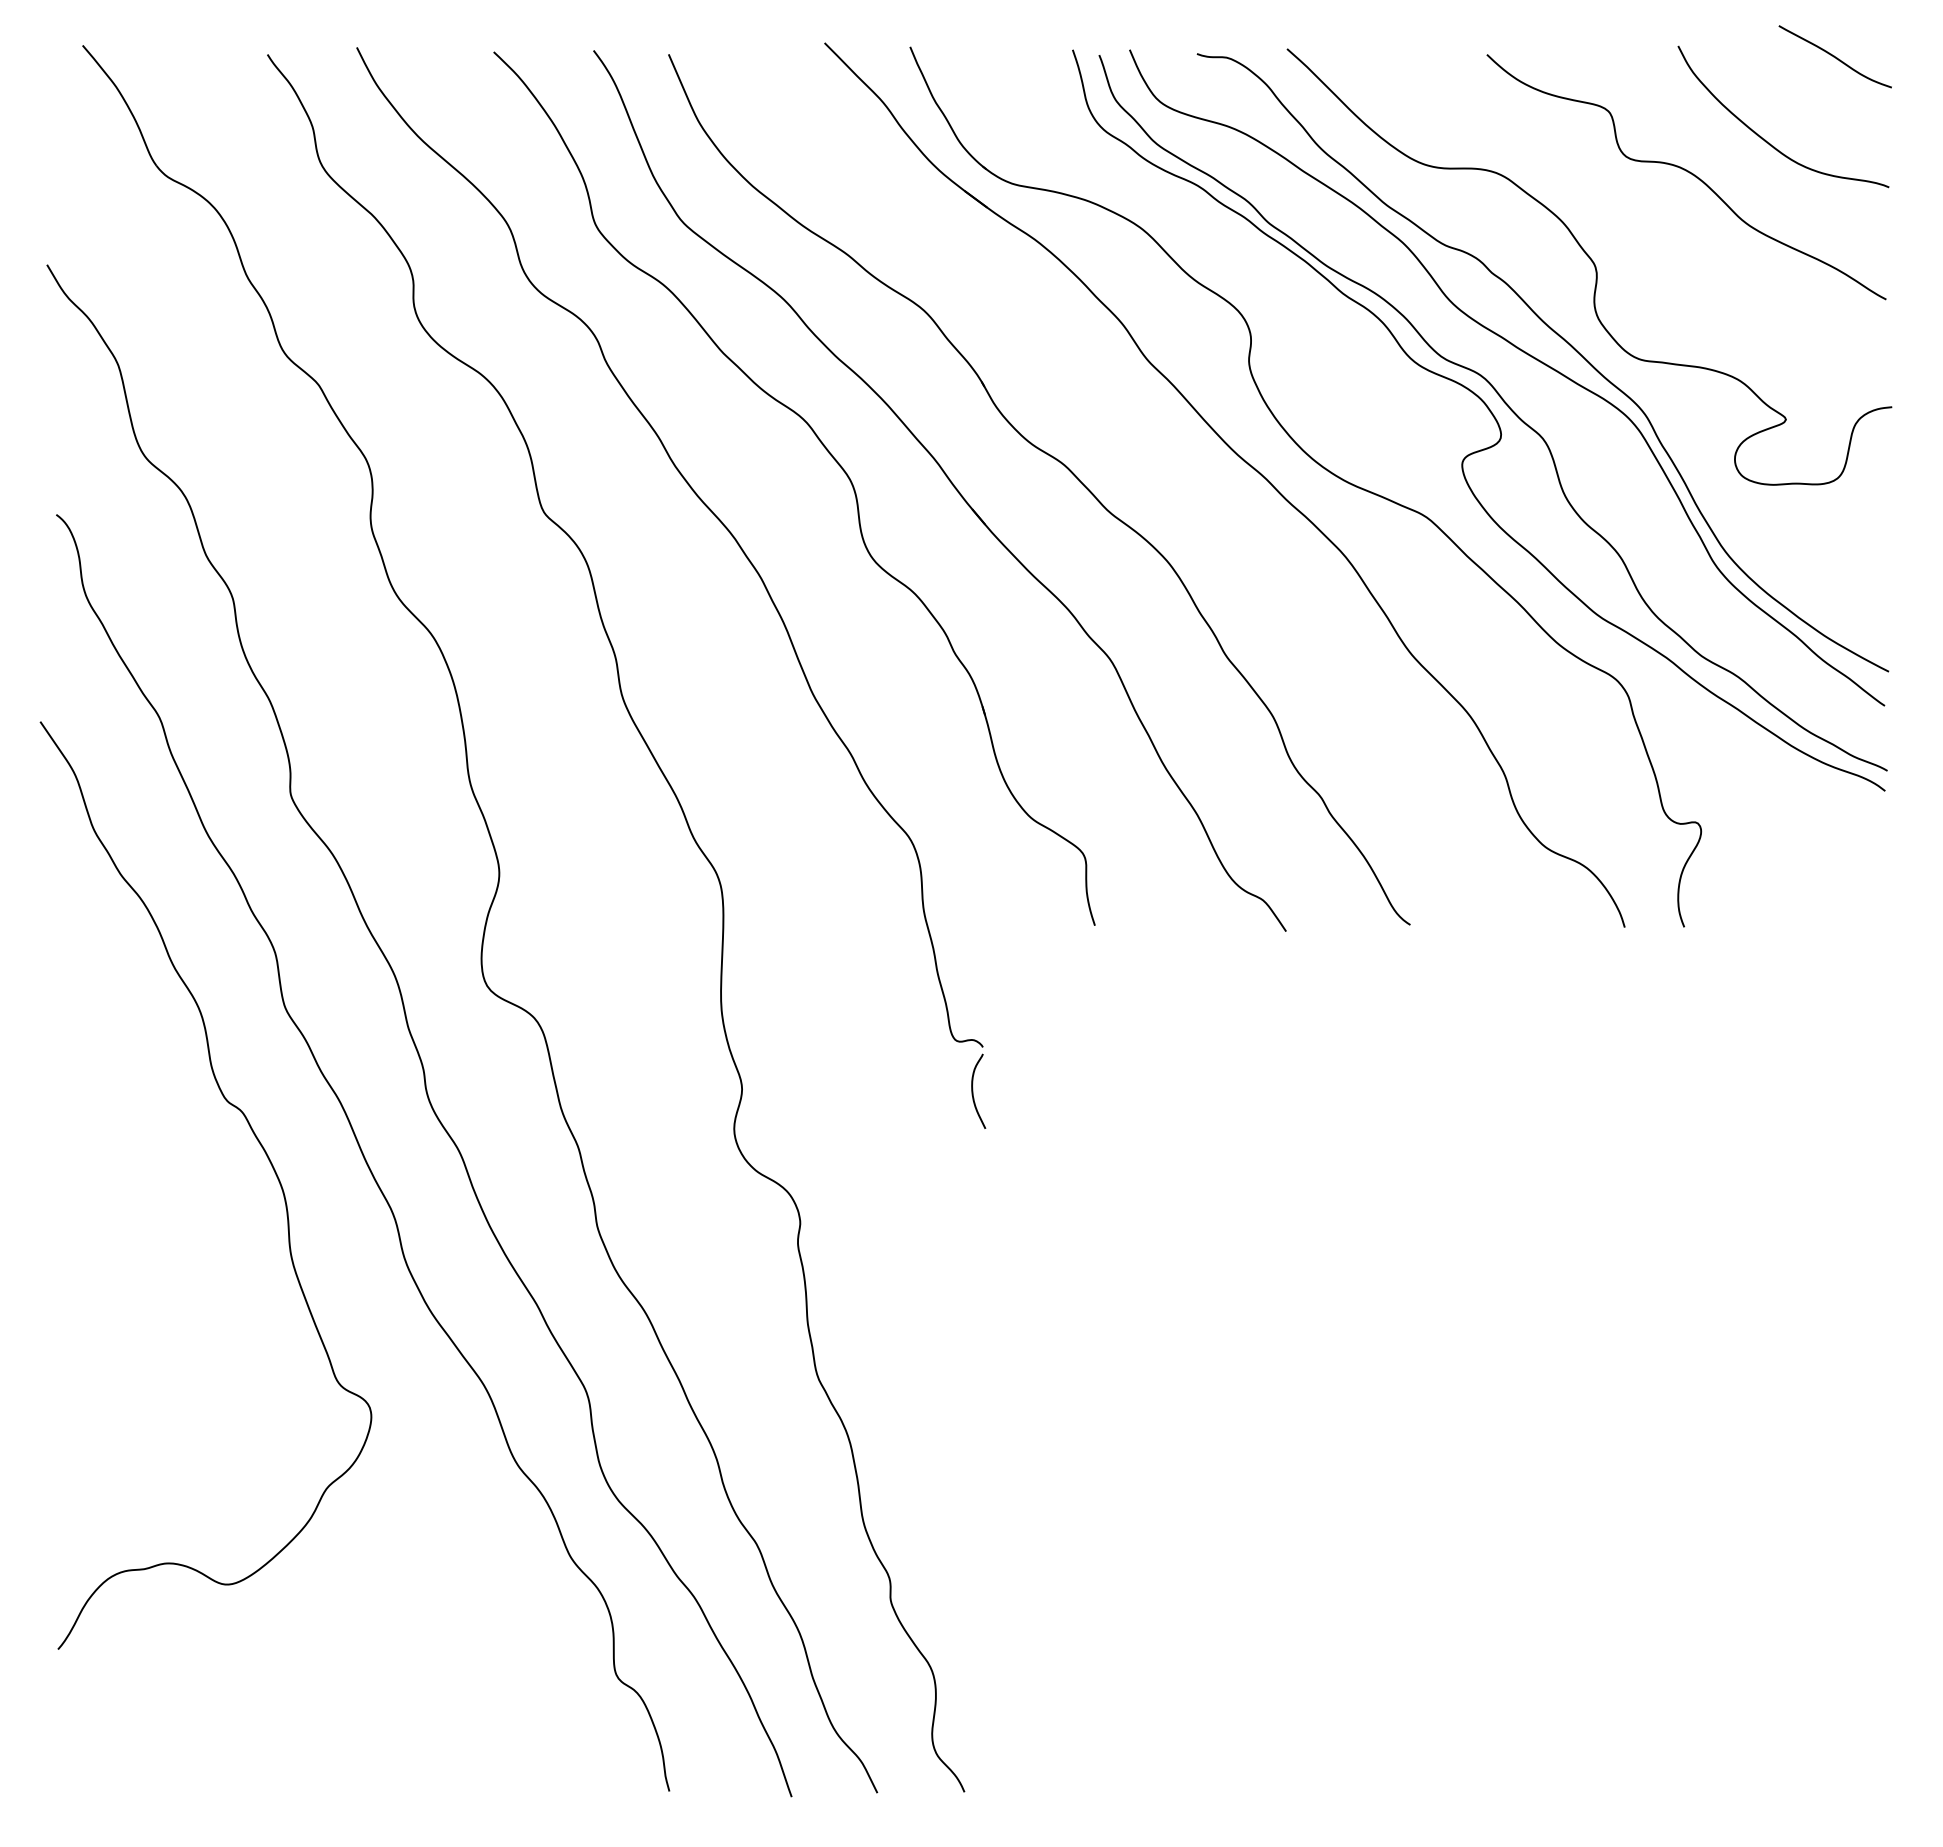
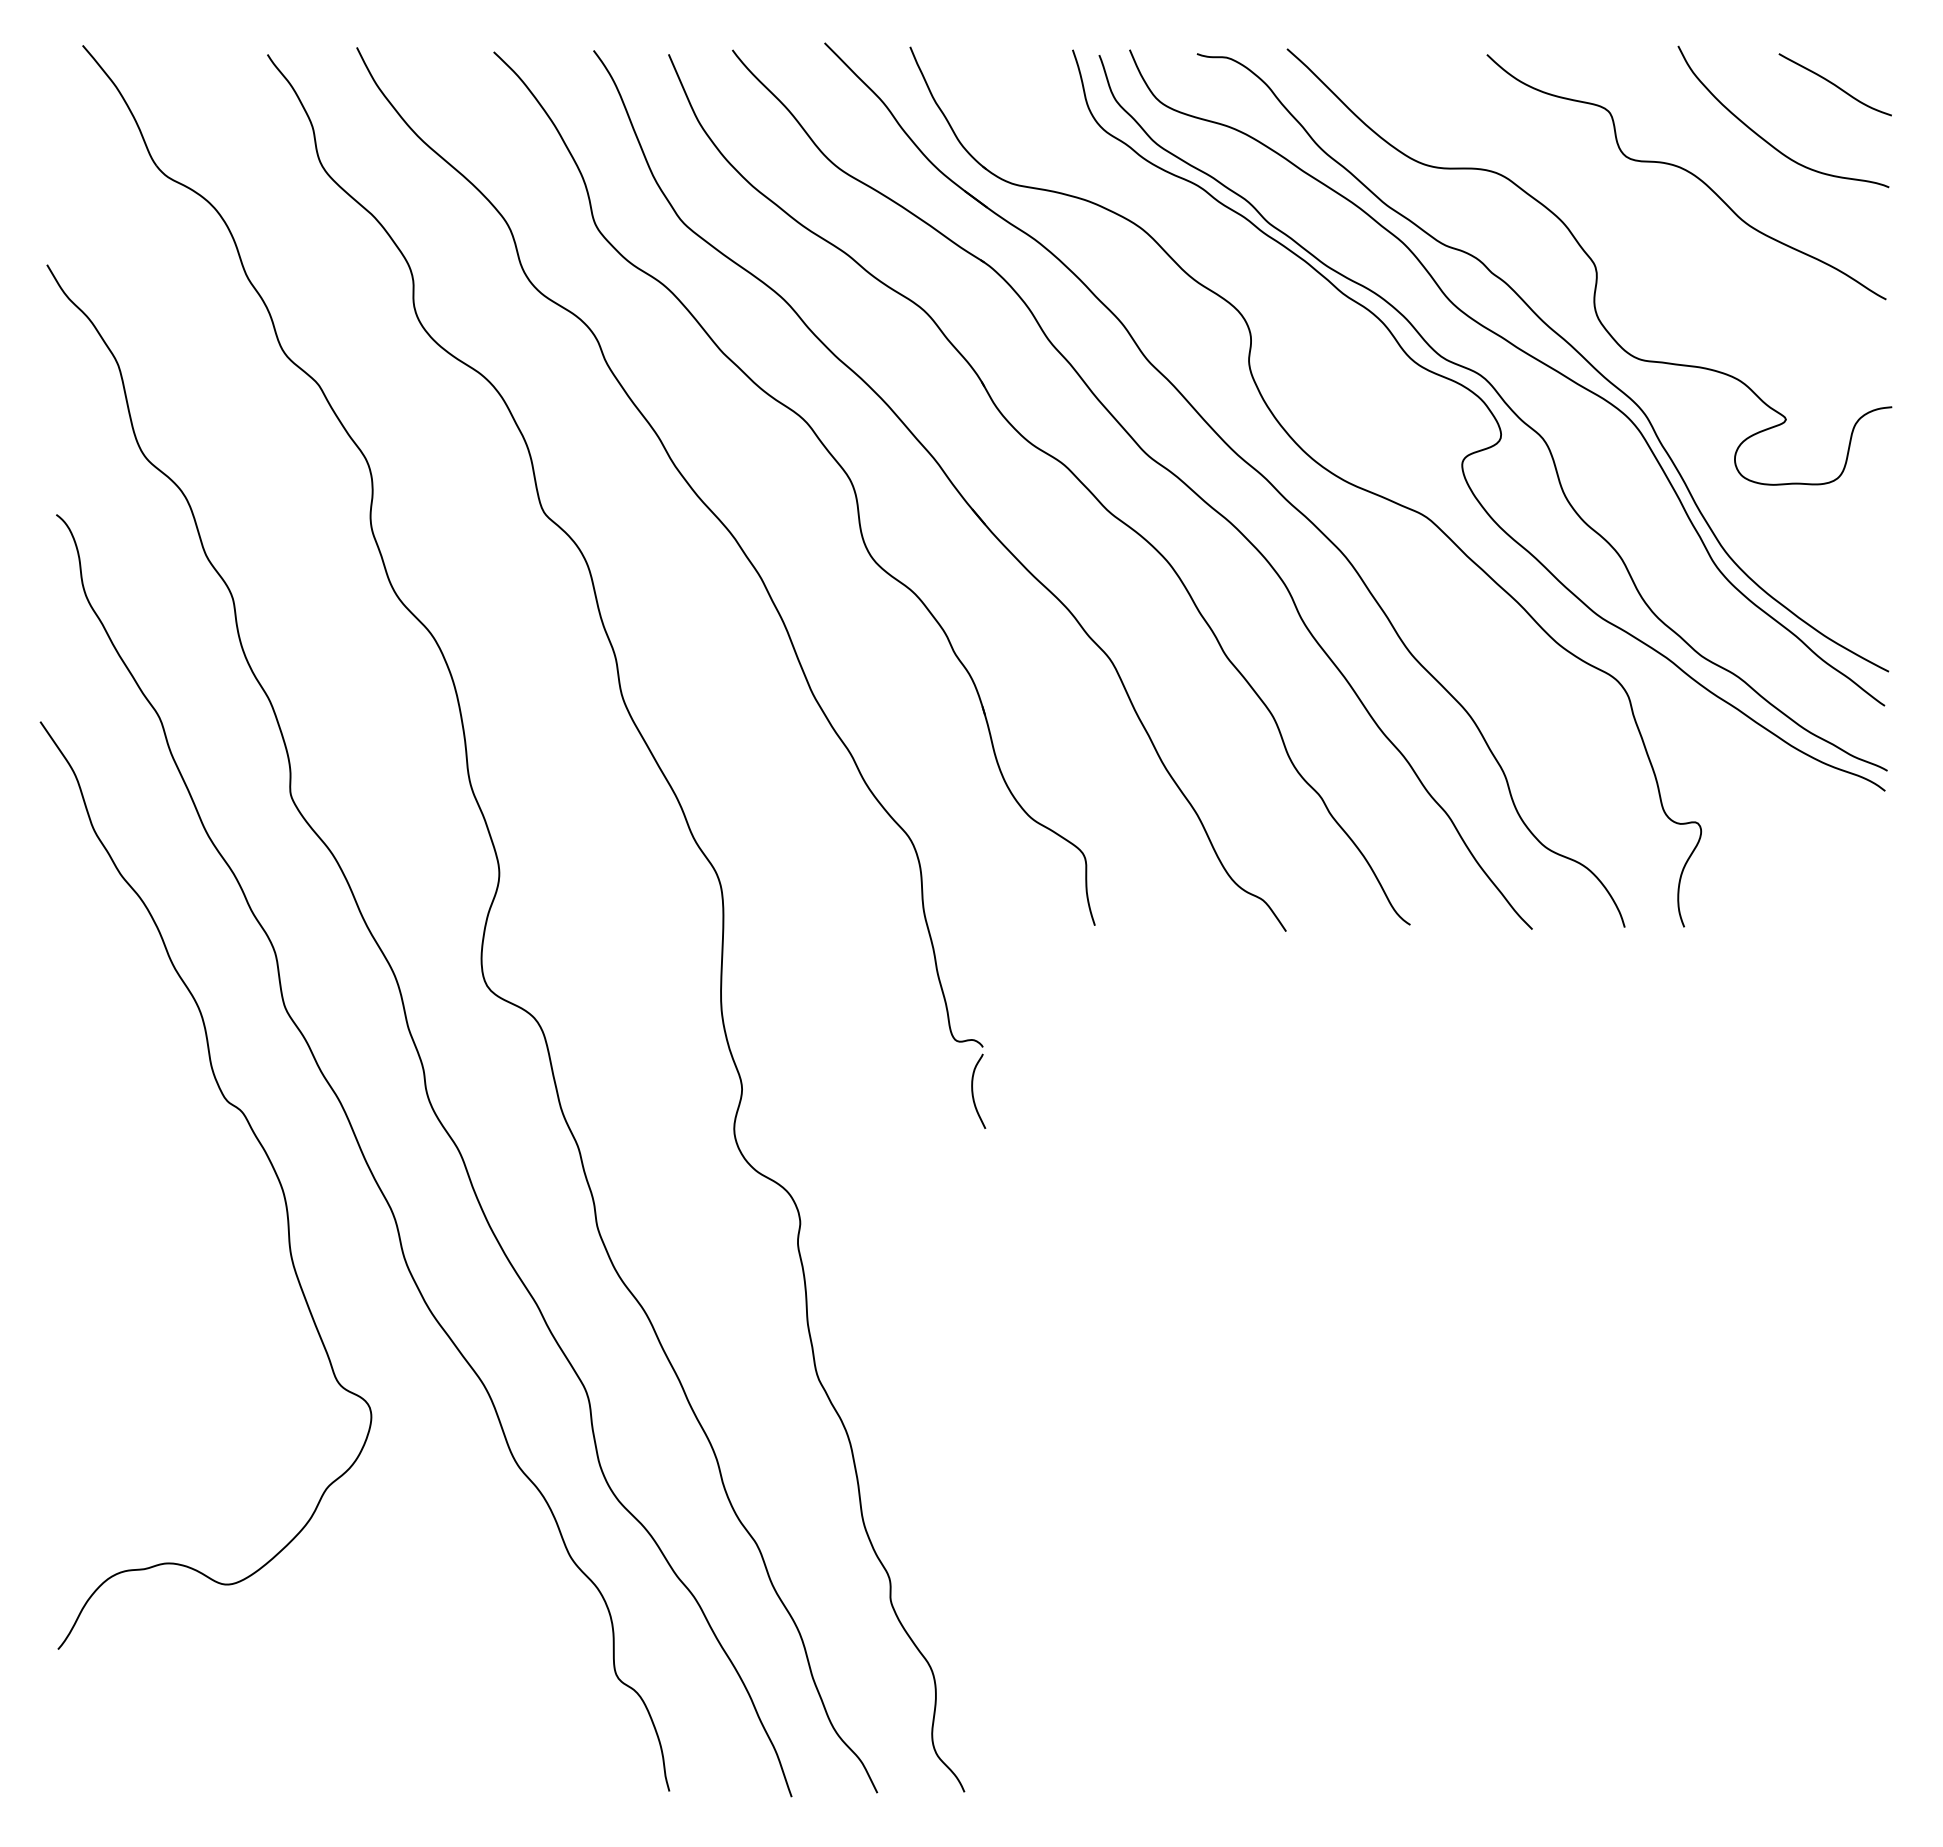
curve at (1834, 56) position: (1834, 56) -> (1834, 84)
part at (1152, 460): none -> present
